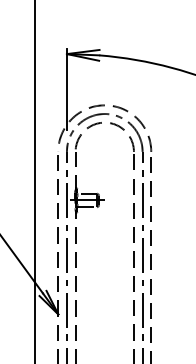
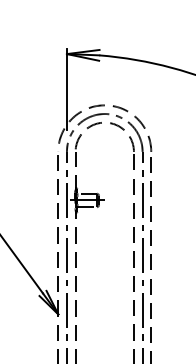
line at (34, 181): present -> none
